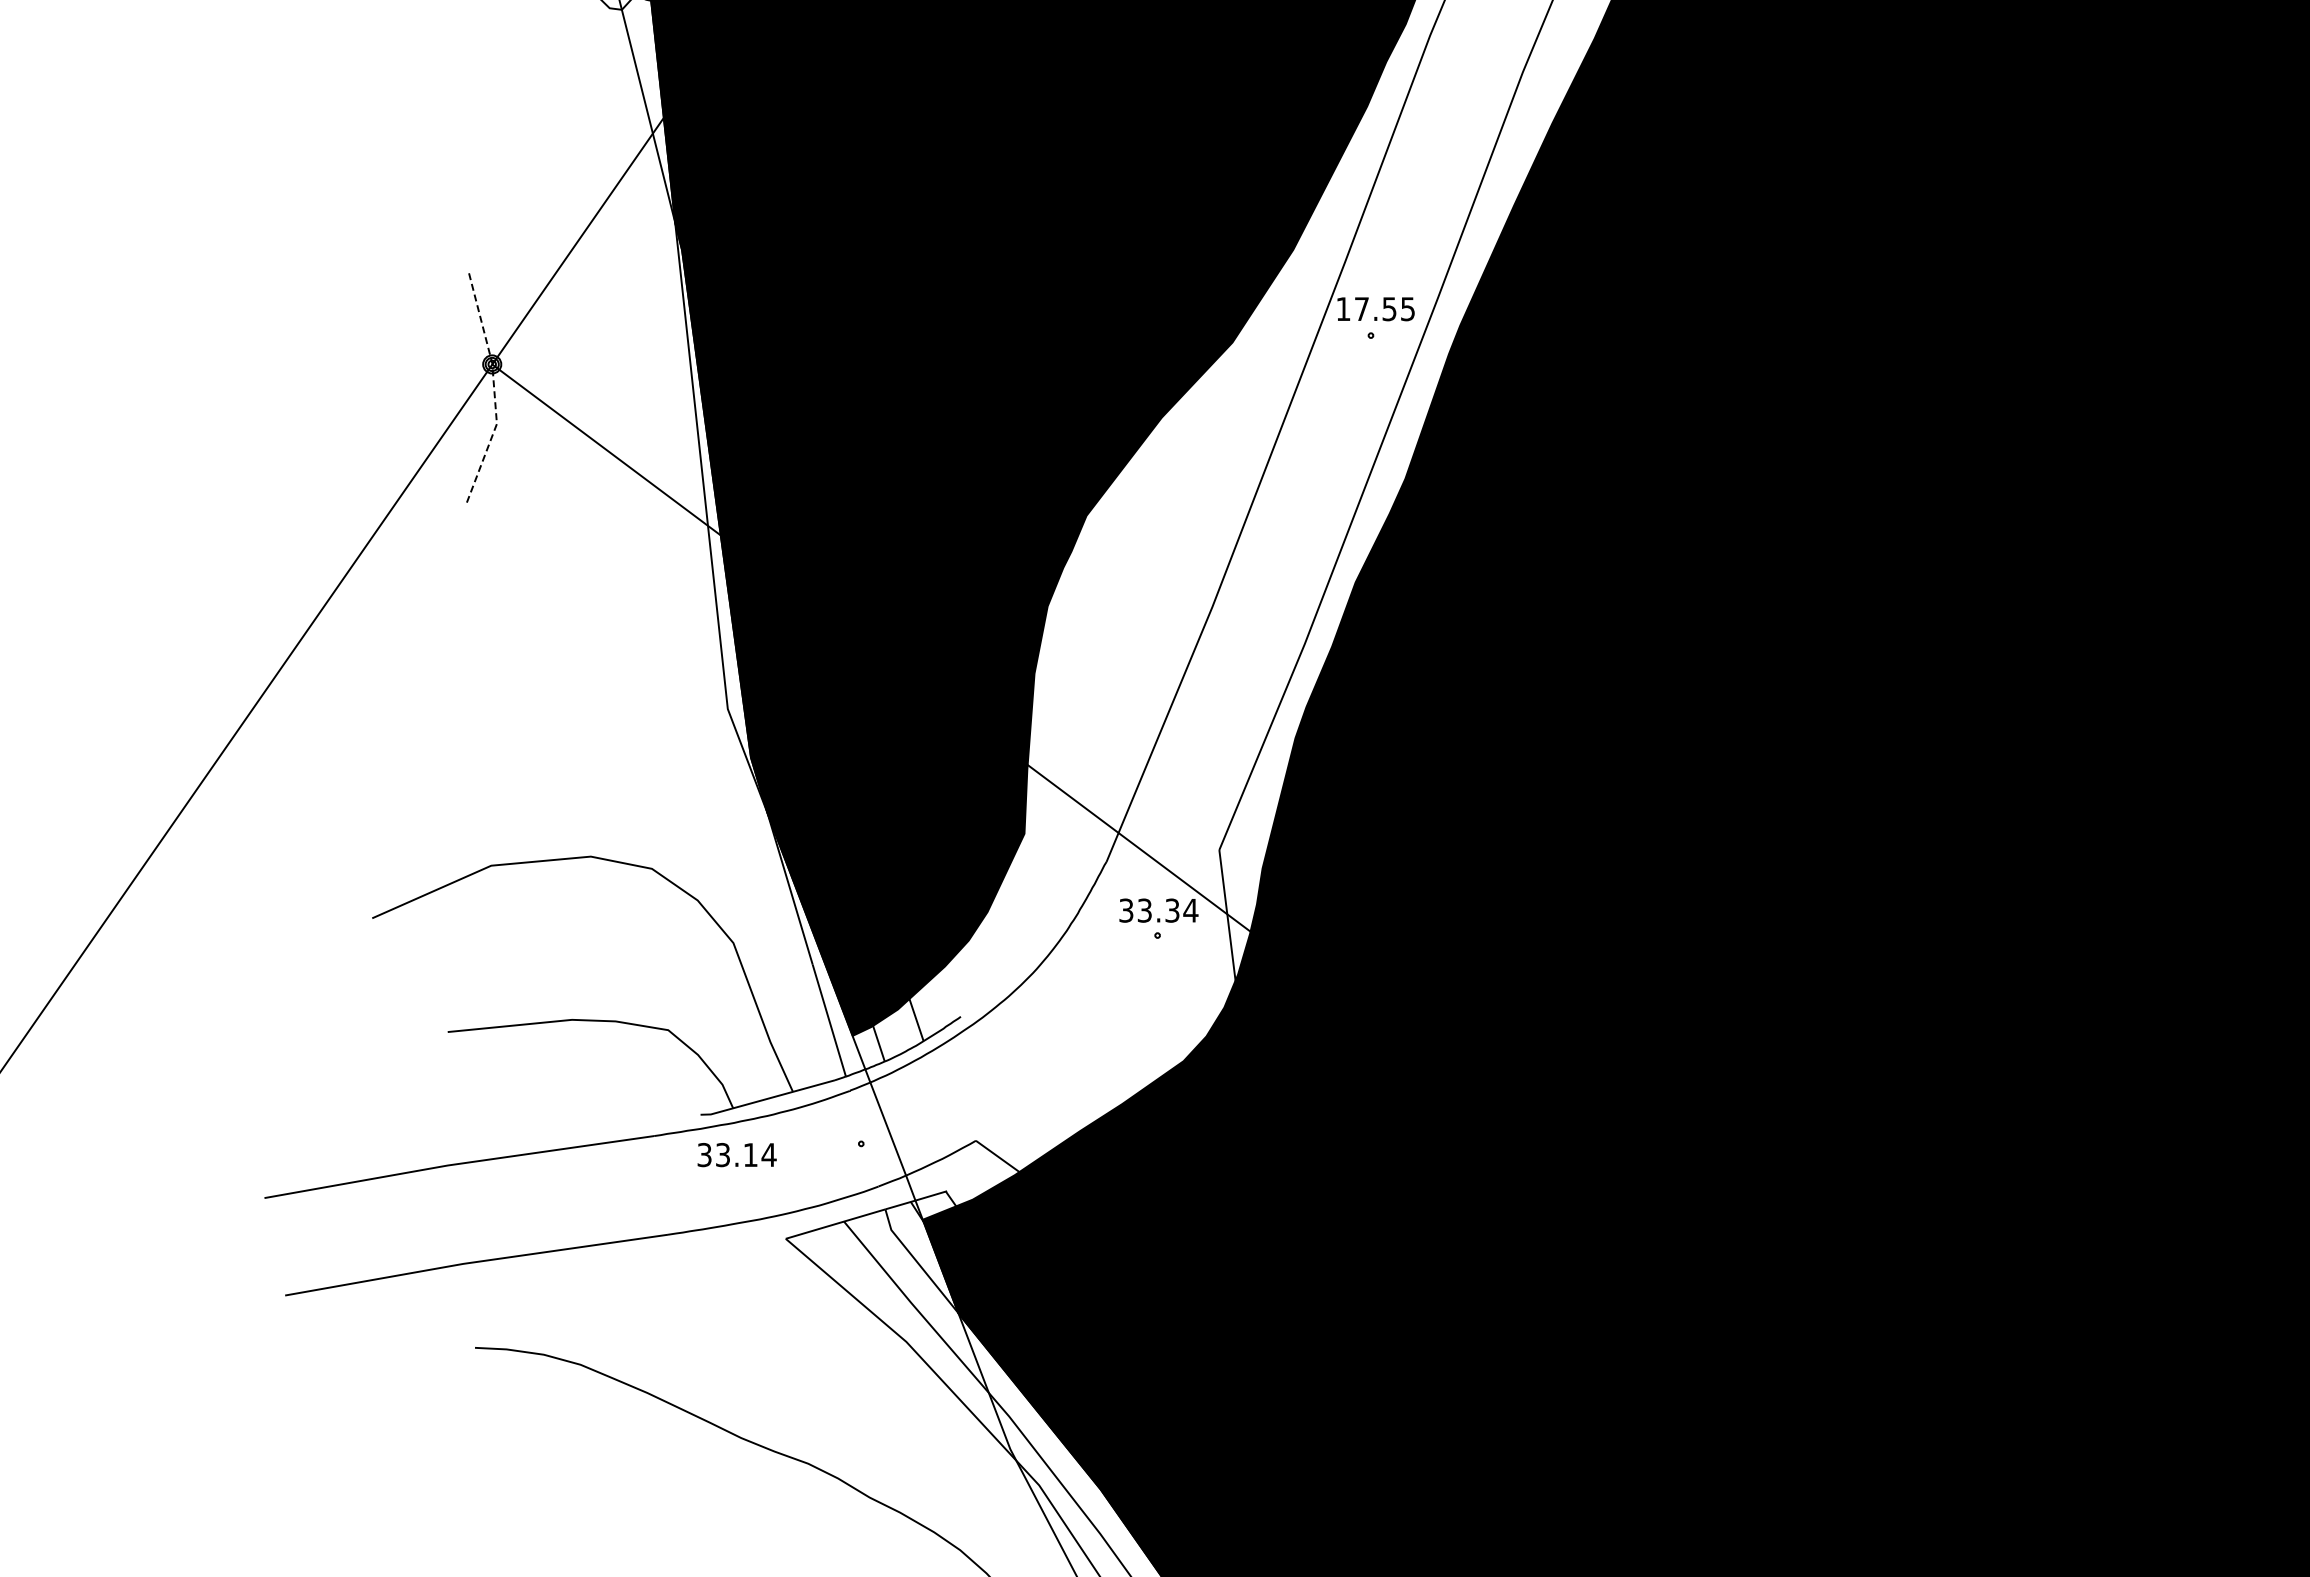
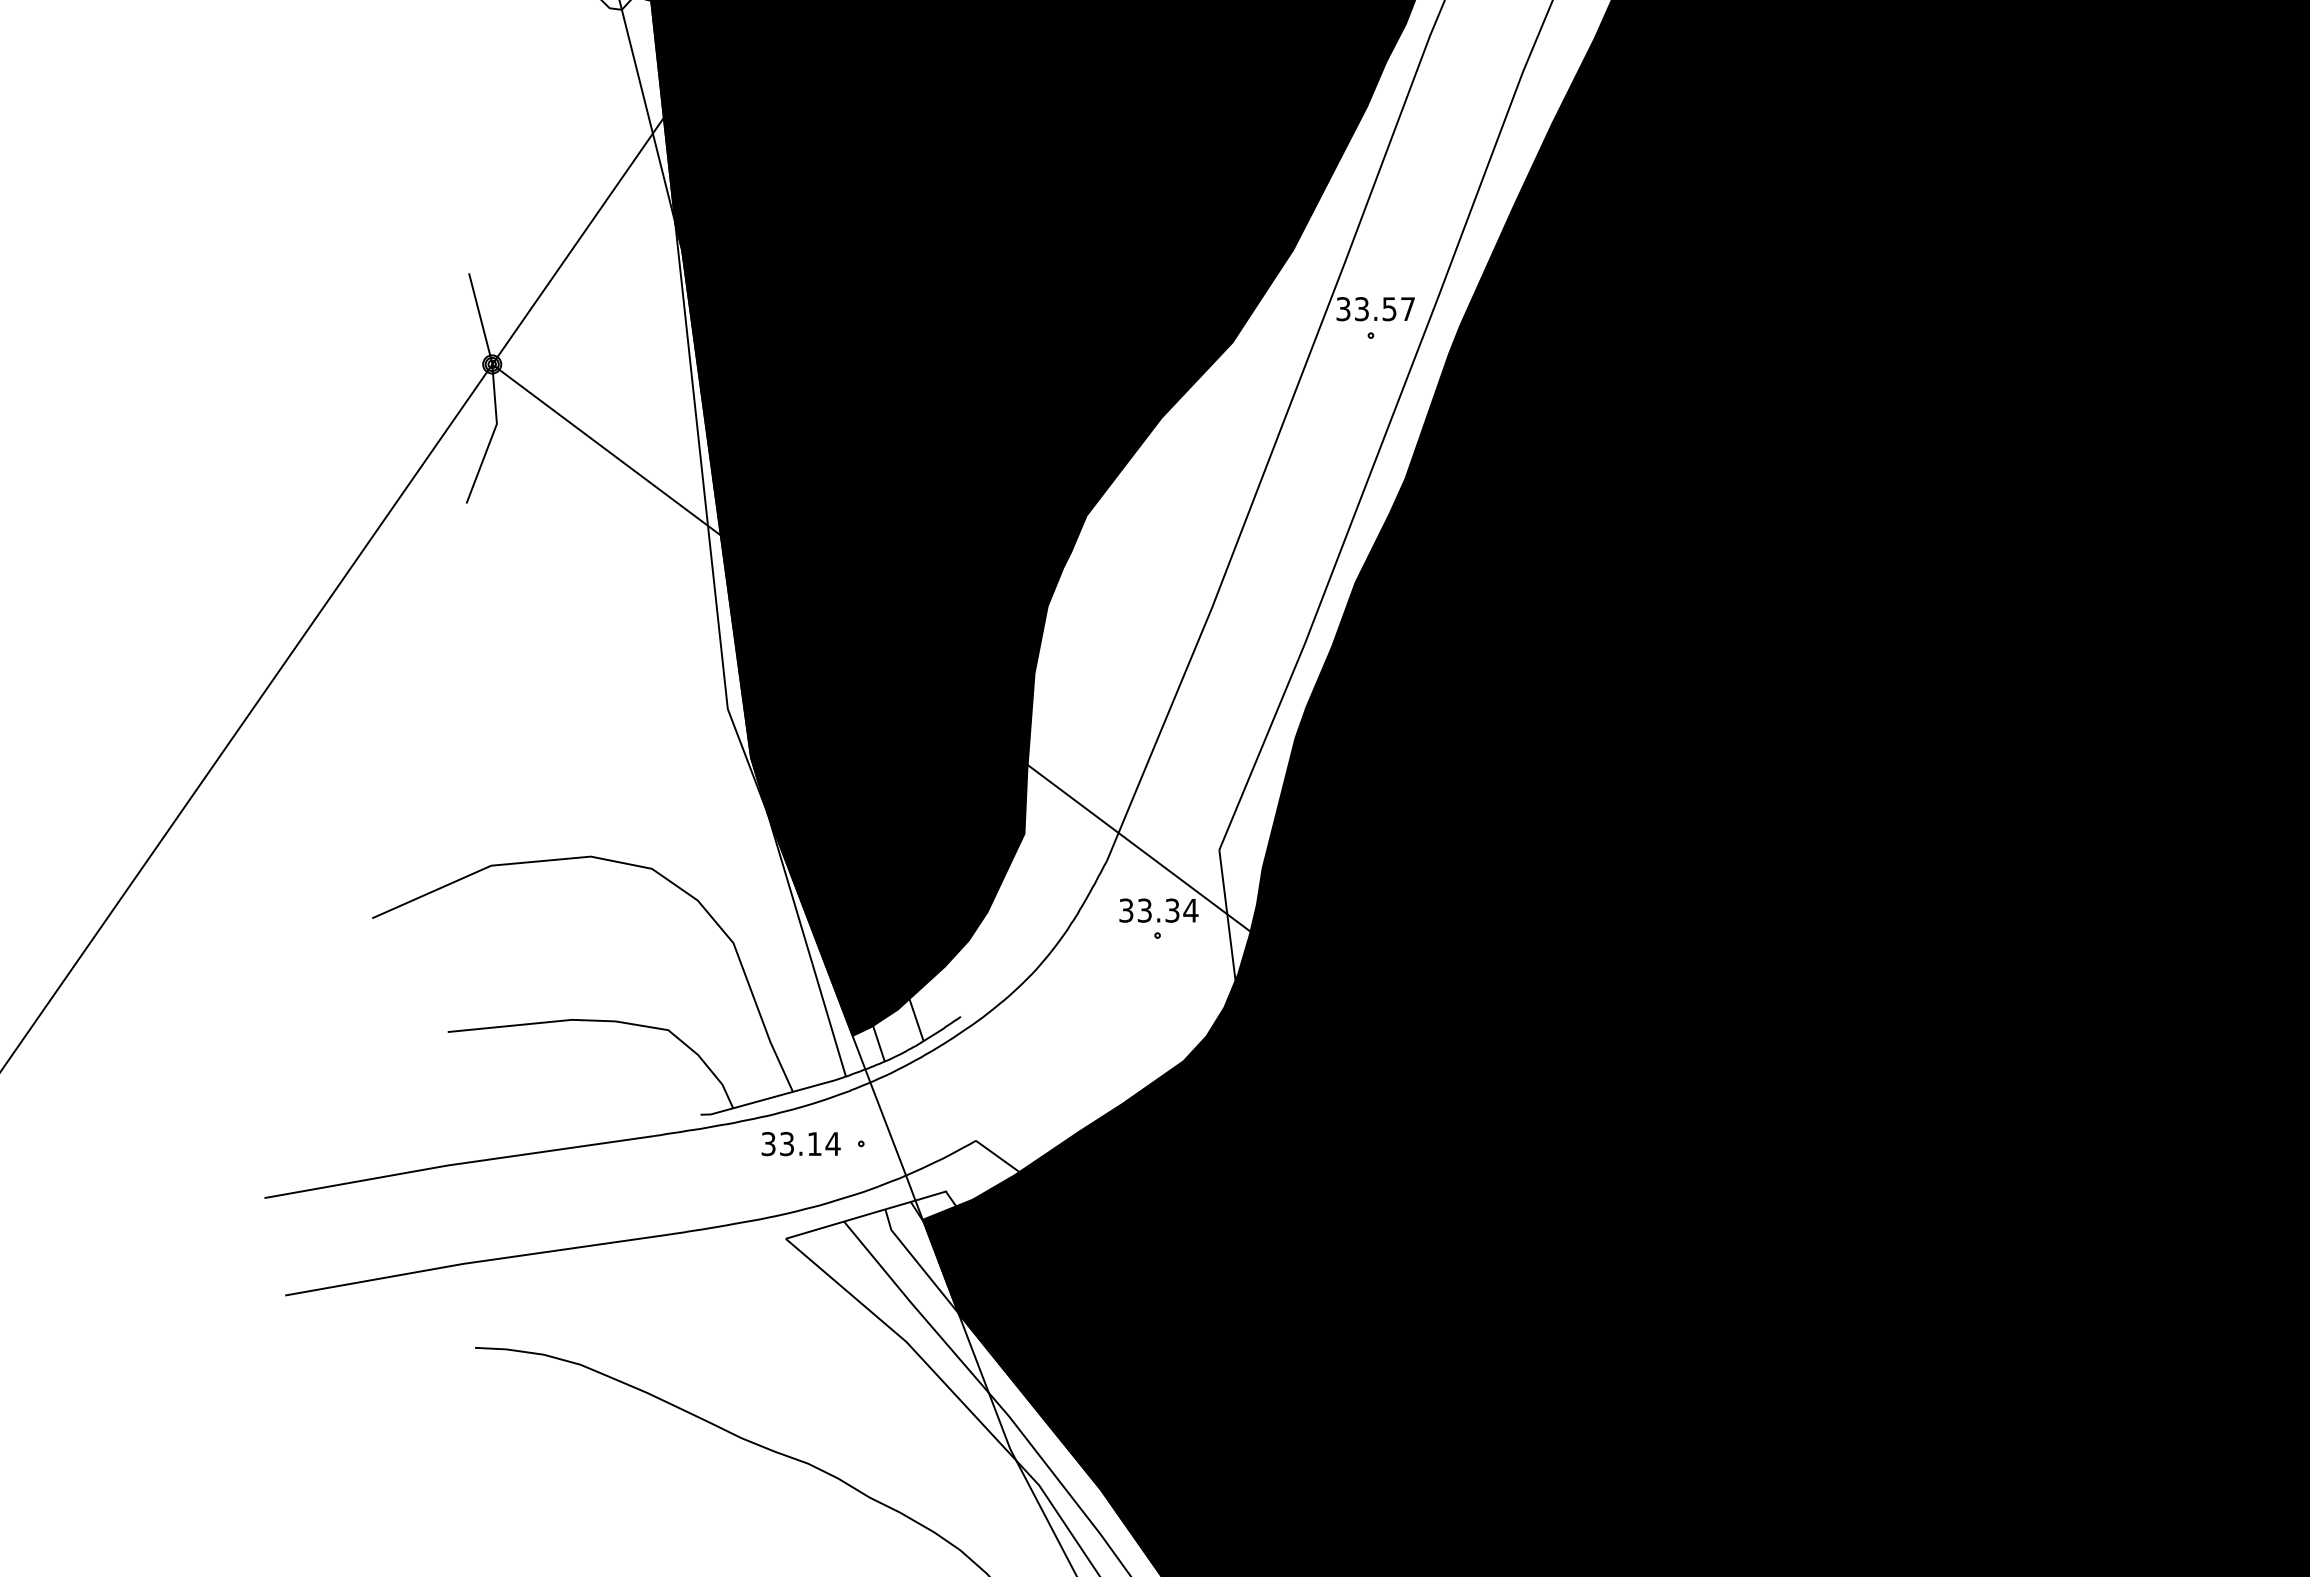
text at (1375, 309): 17.55 -> 33.57
line at (494, 390): dashed -> solid
text at (736, 1155) position: (736, 1155) -> (800, 1144)
